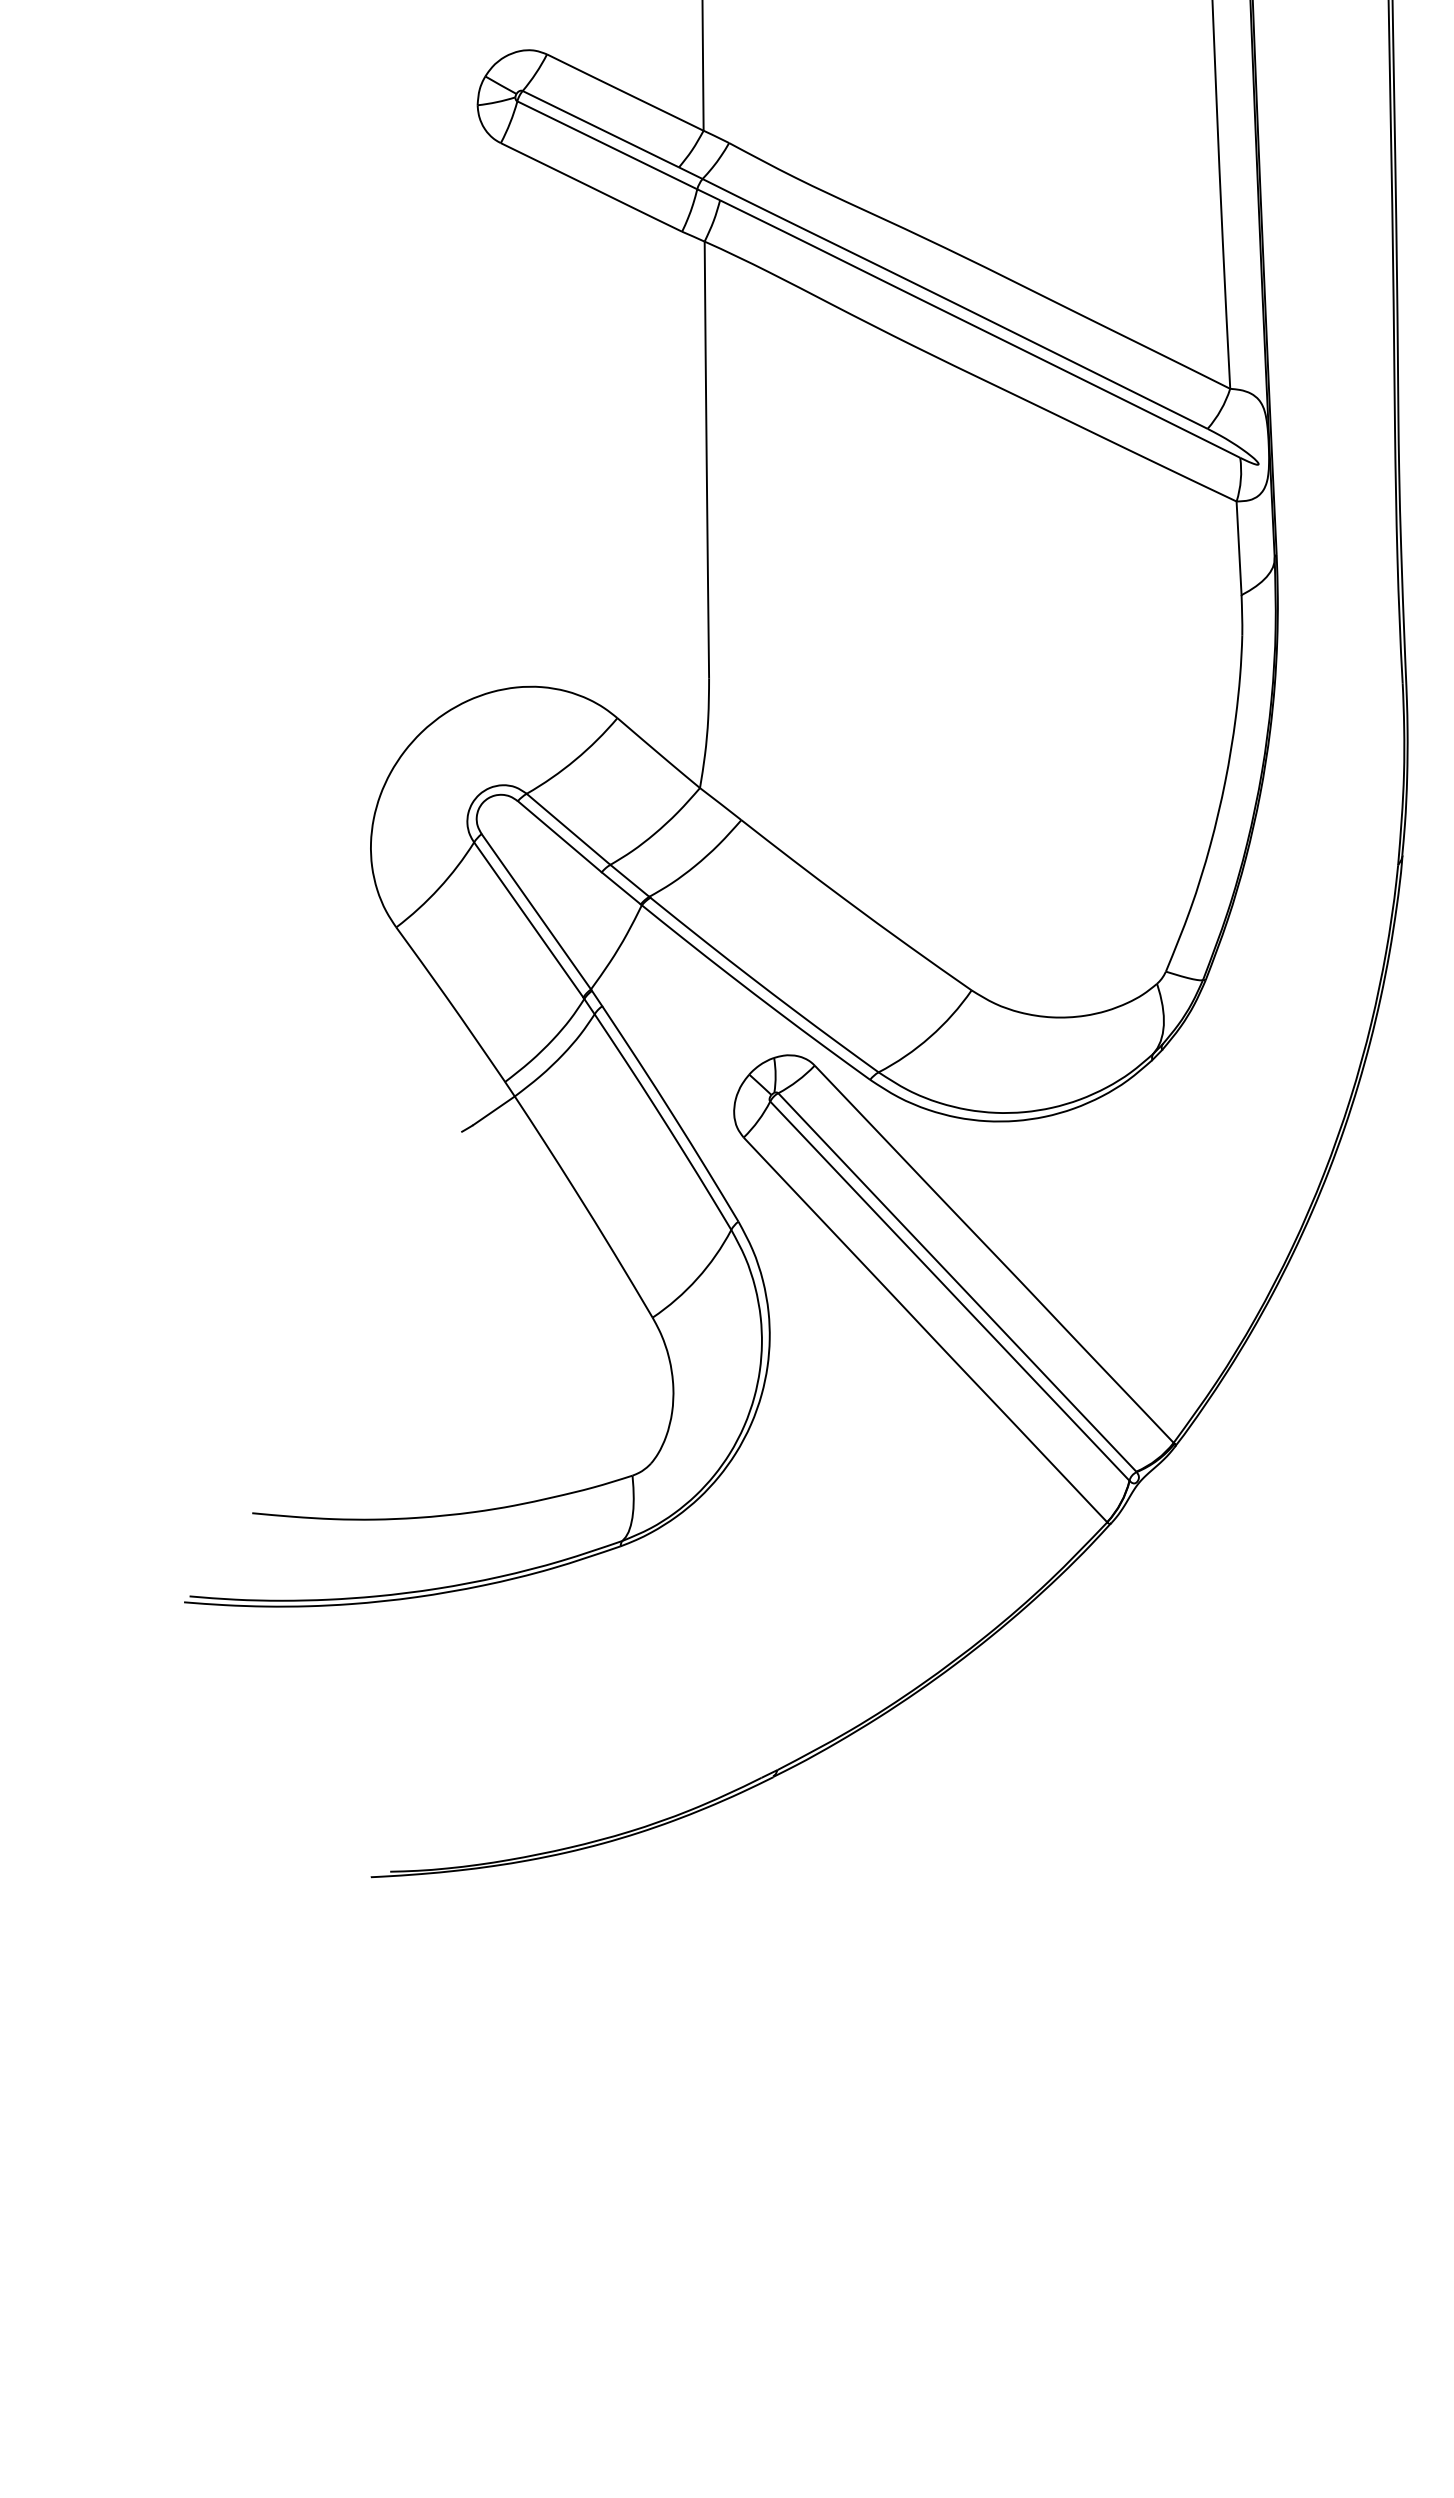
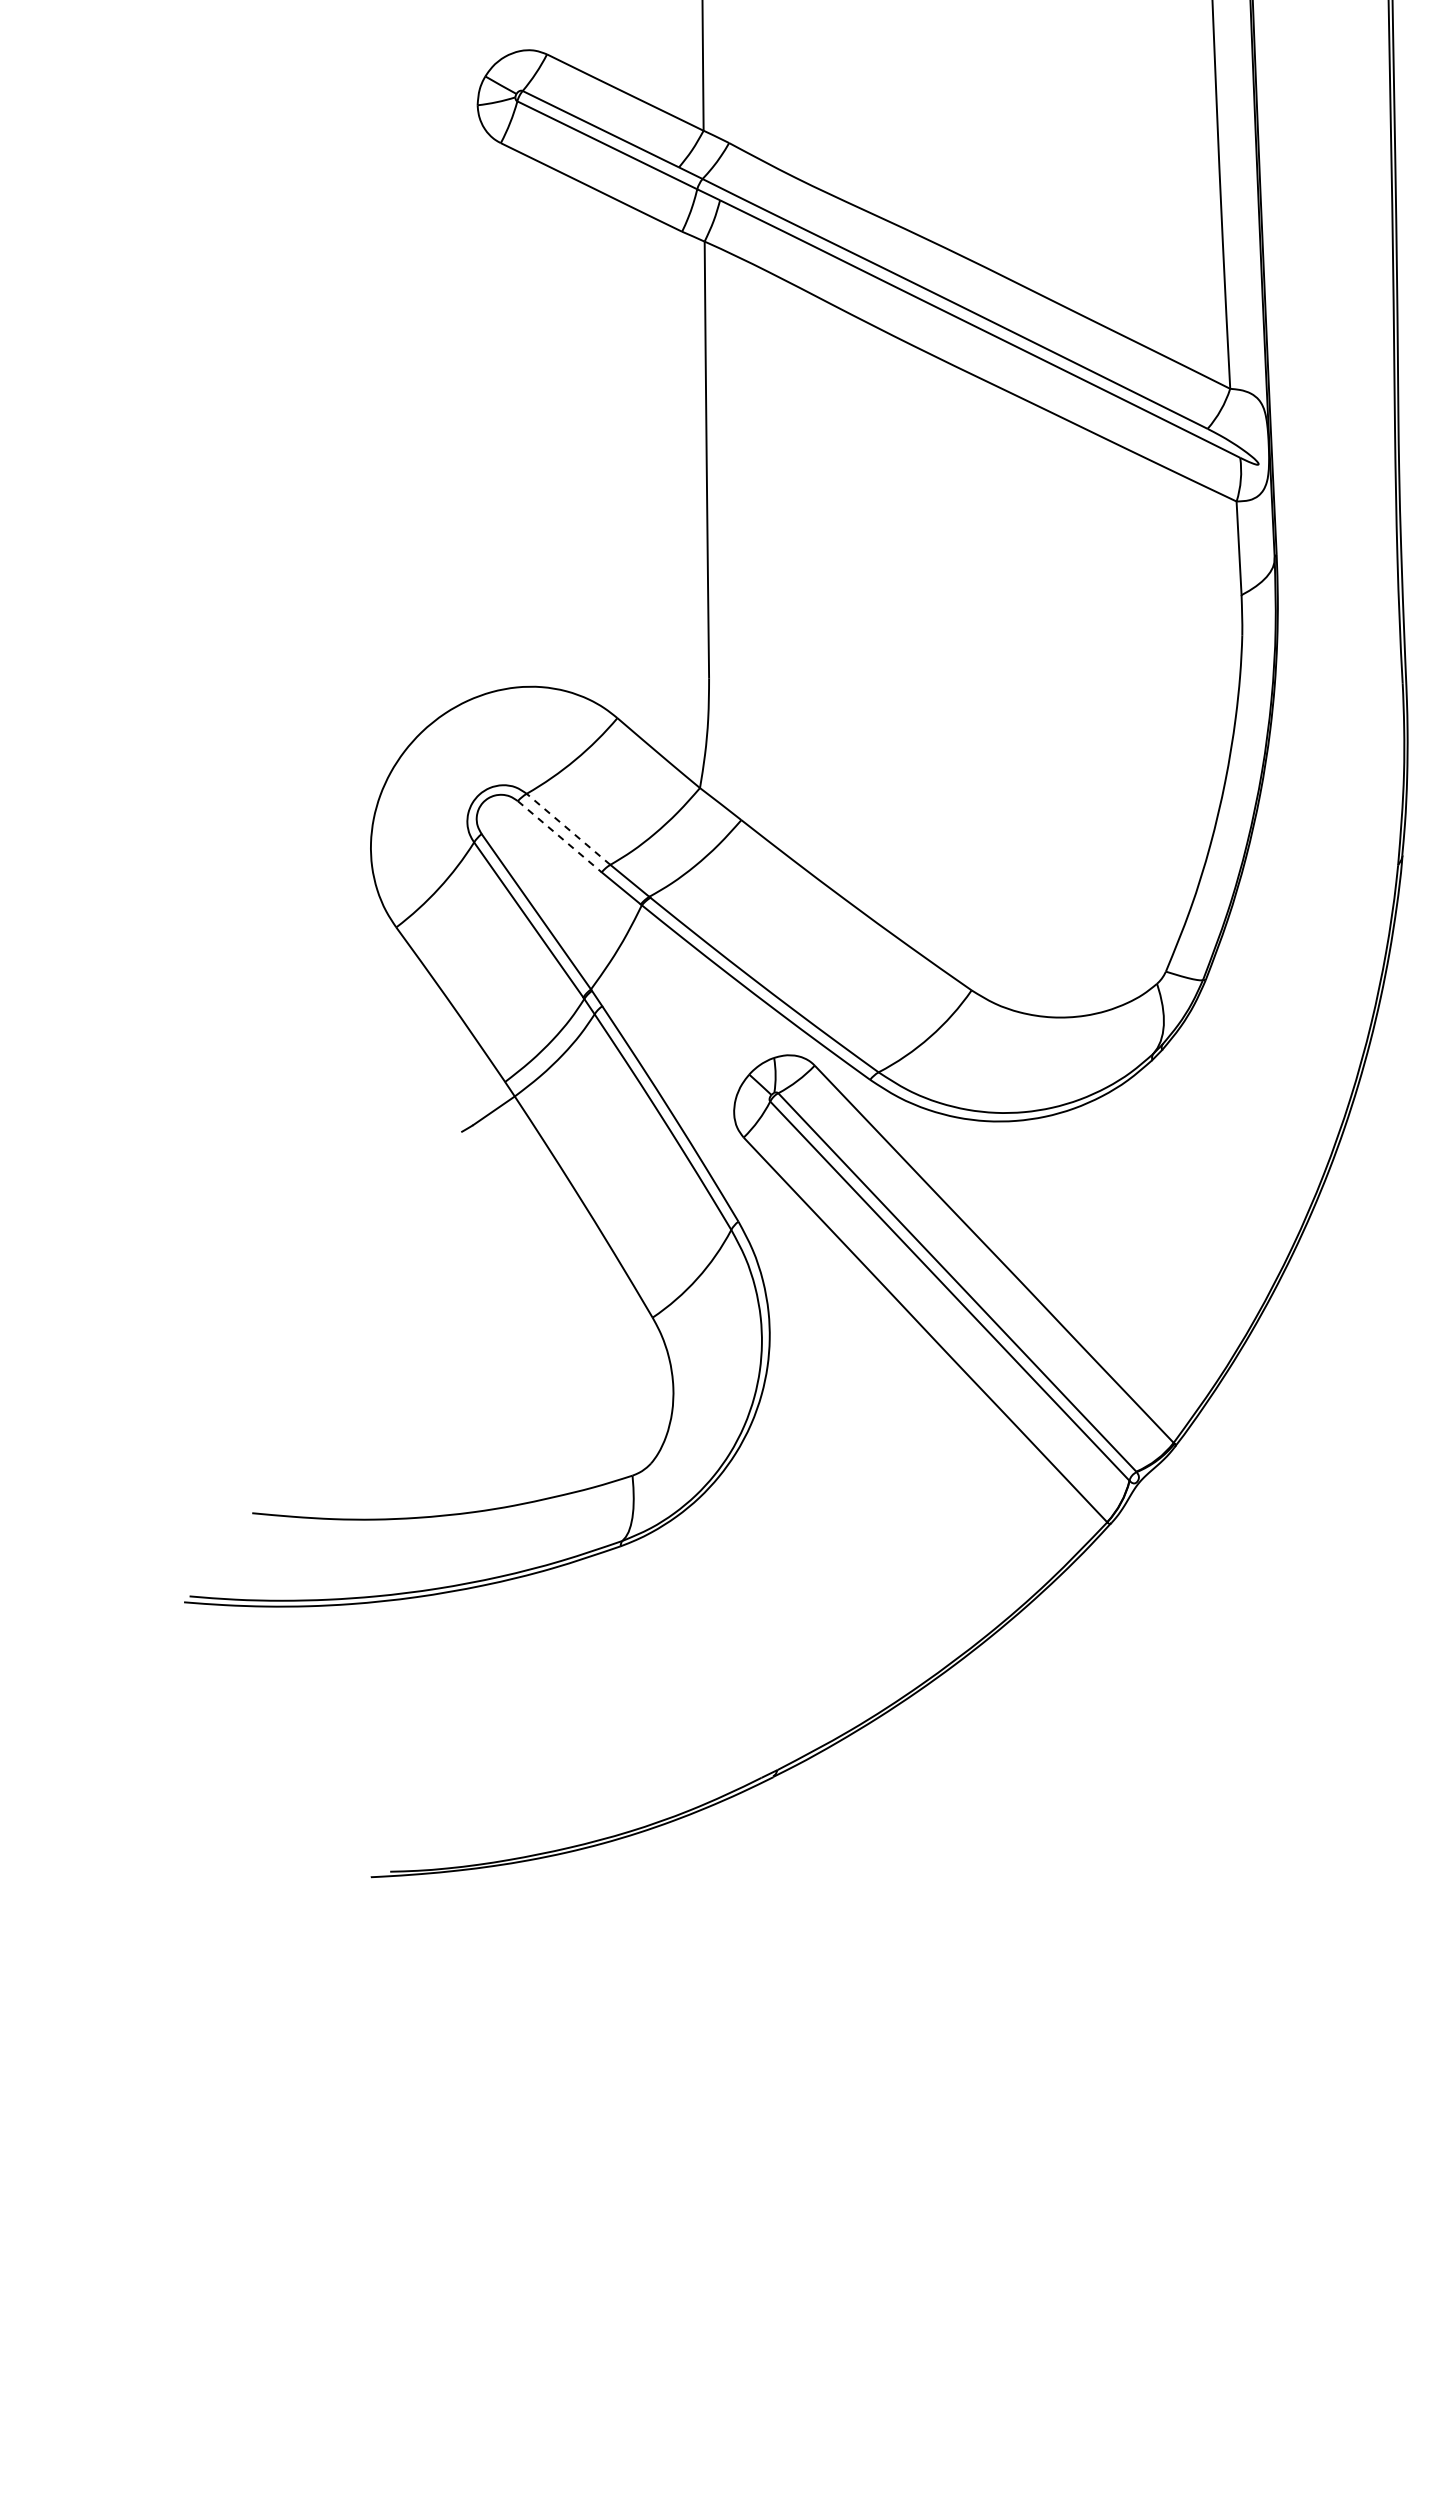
line at (568, 829): solid -> dashed
line at (559, 836): solid -> dashed
